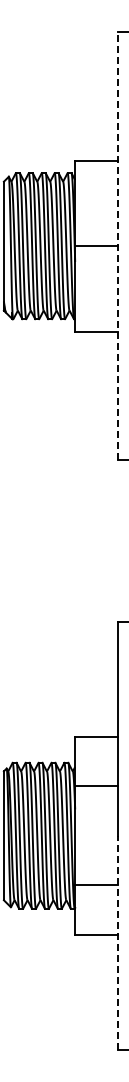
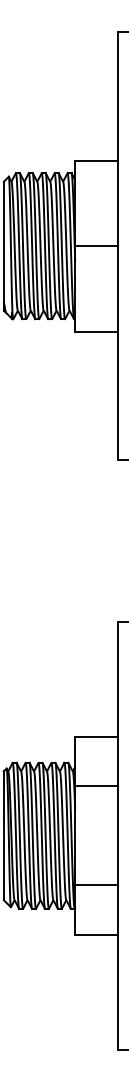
line at (117, 246): dashed -> solid
line at (117, 942): dashed -> solid
